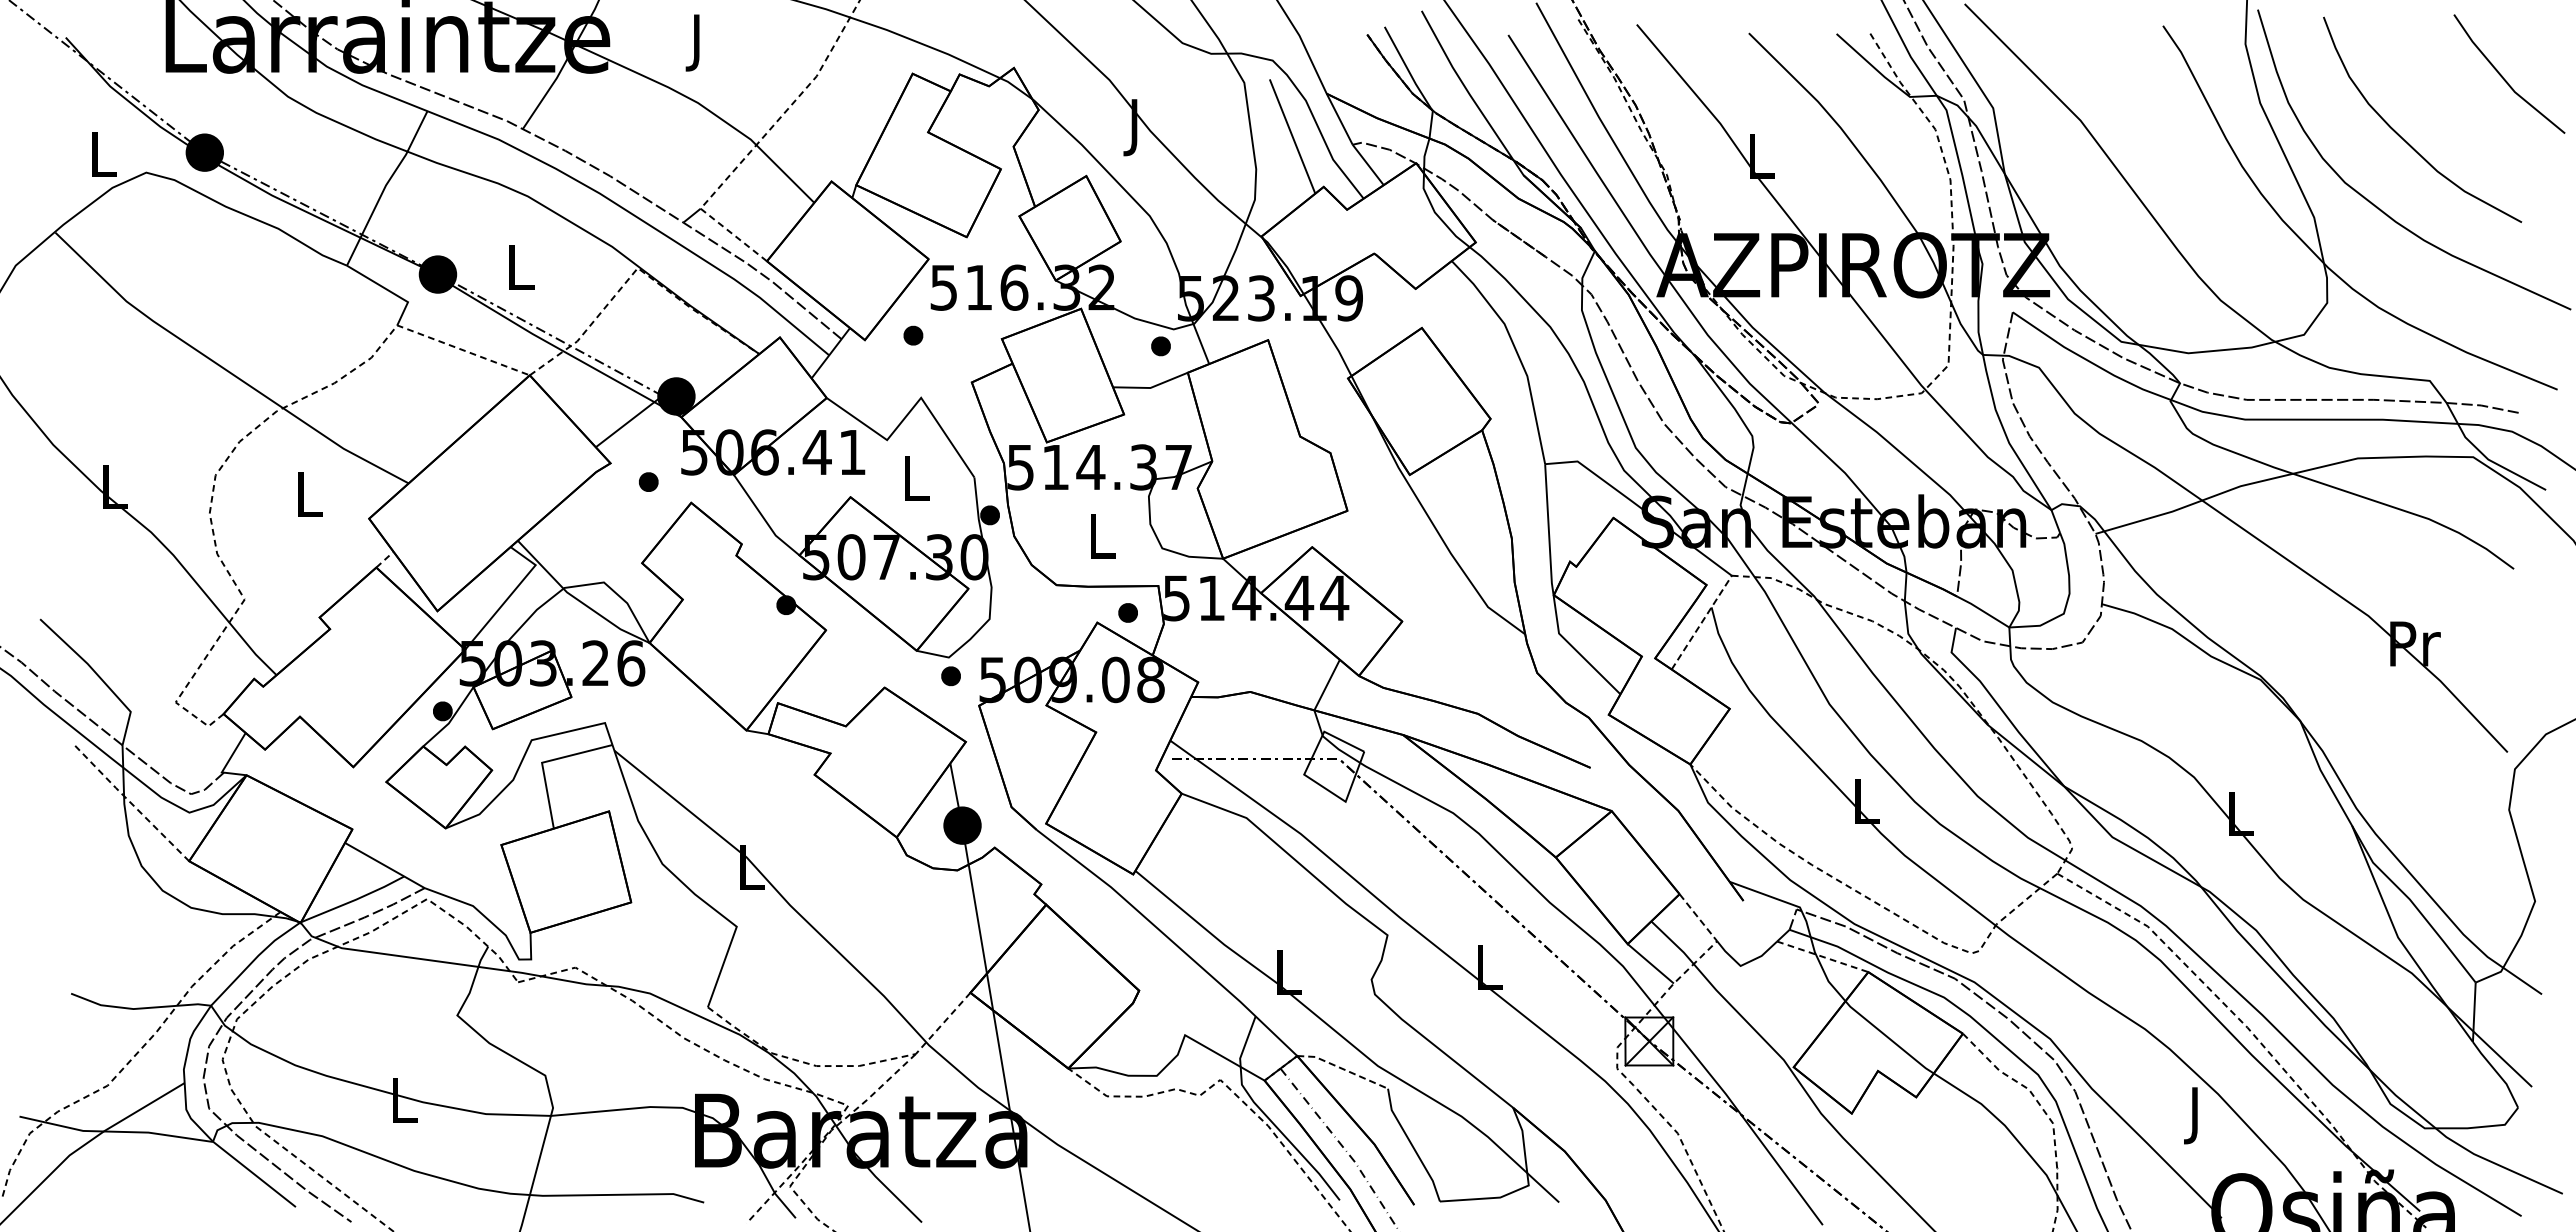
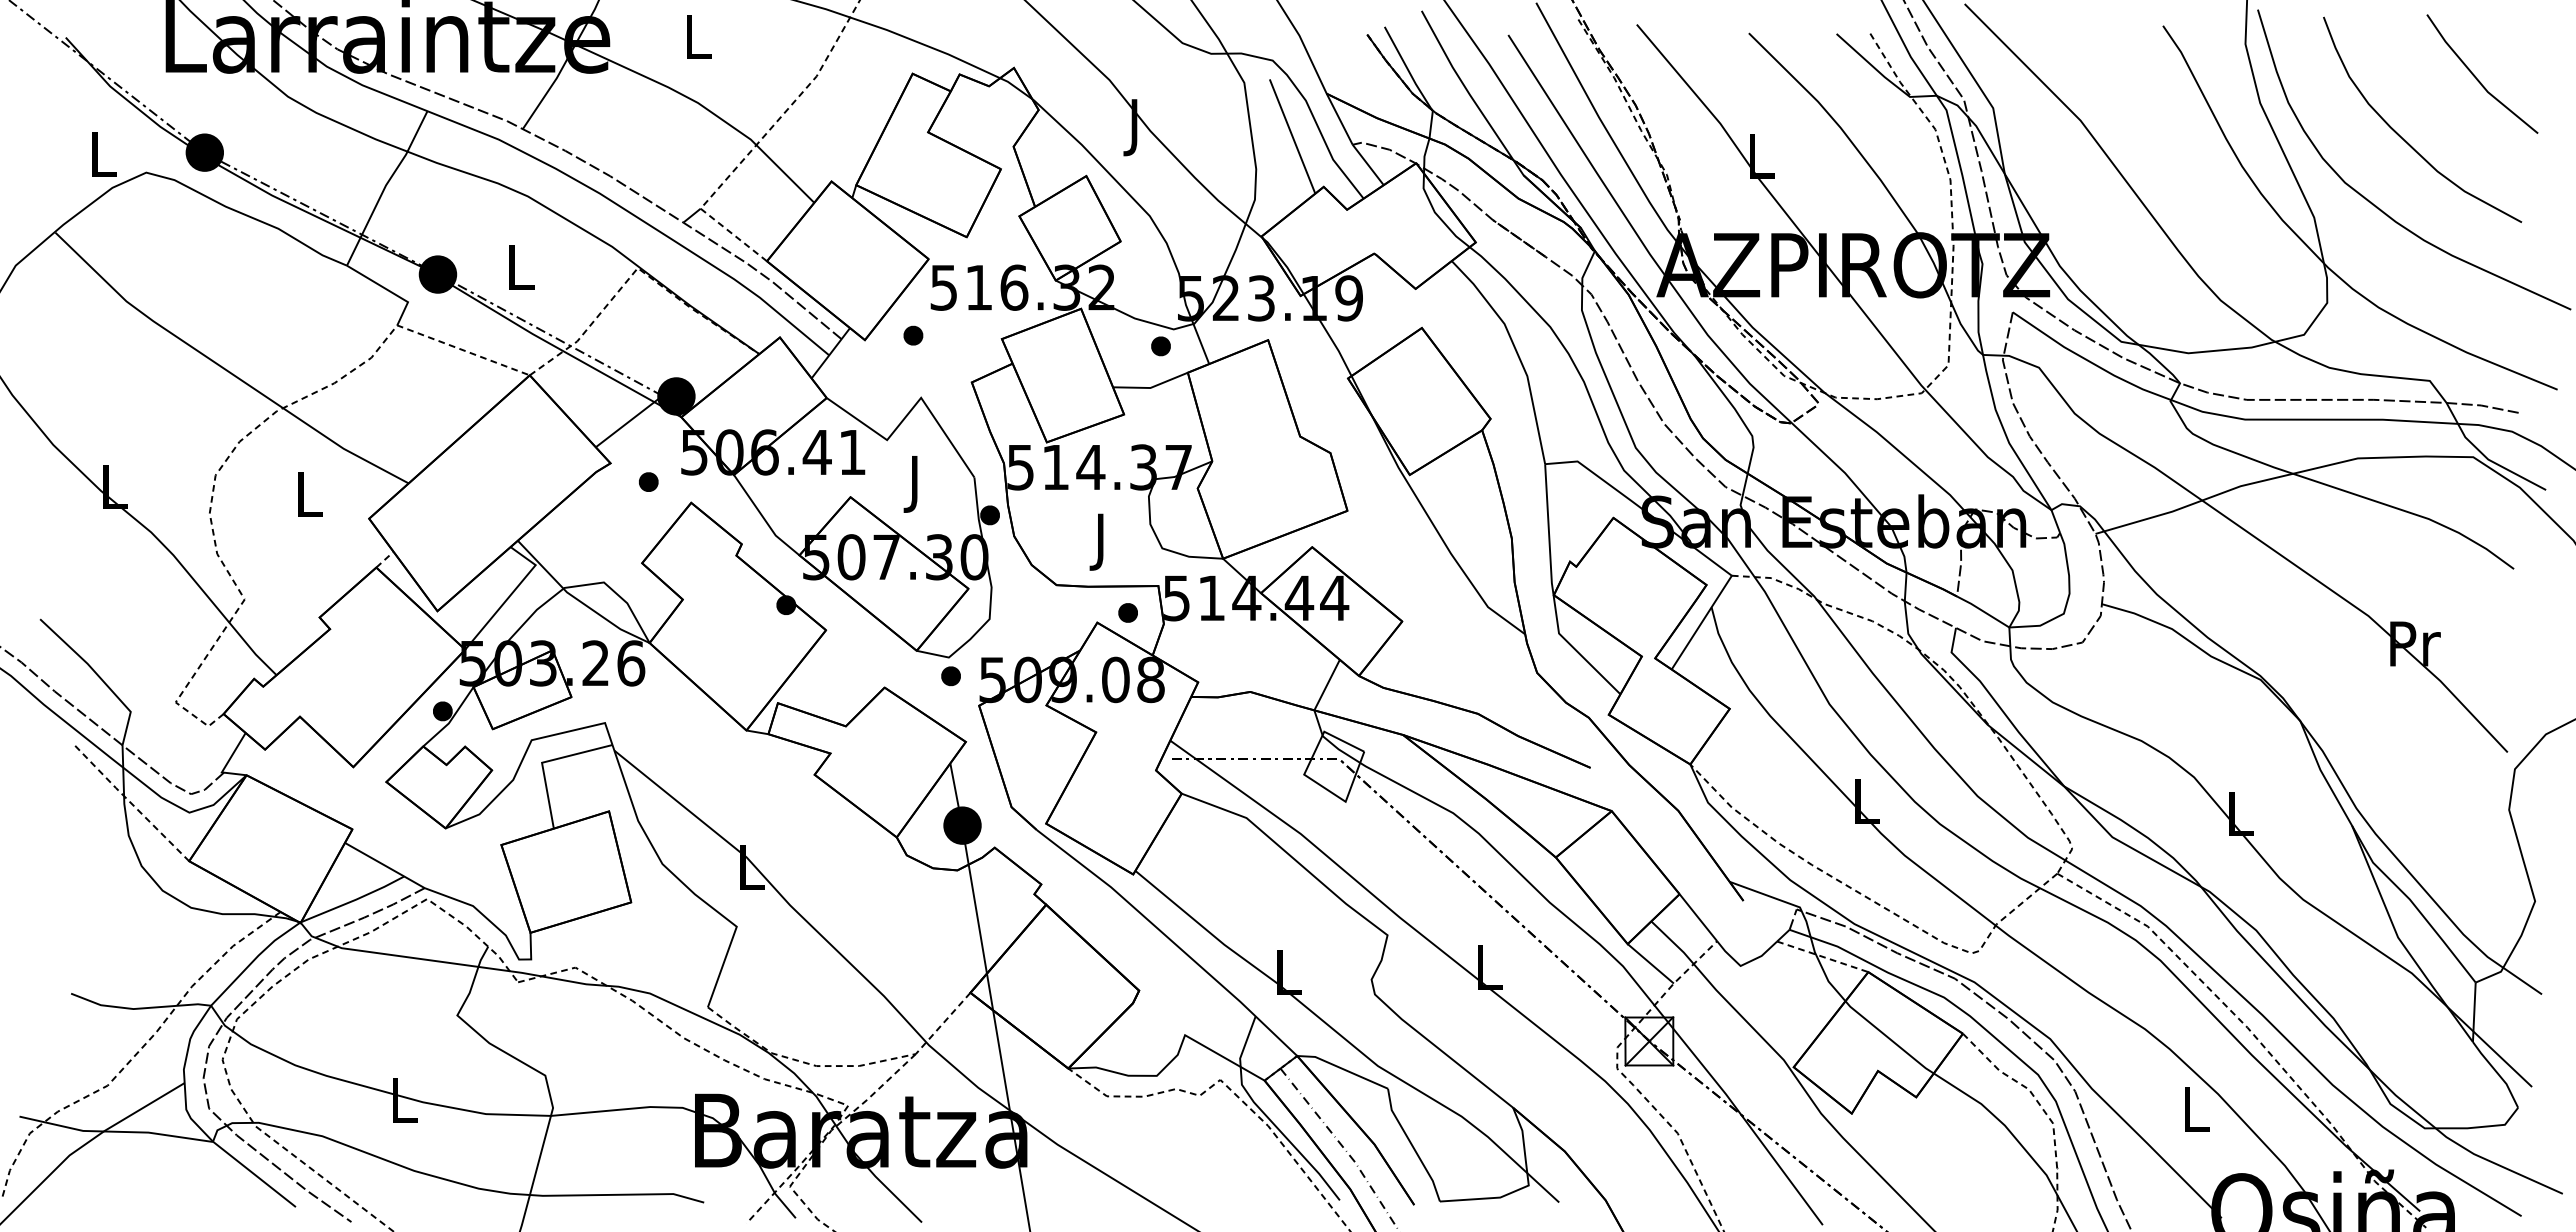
text at (698, 42): J -> L
line at (2503, 76) position: (2503, 76) -> (2476, 76)
text at (916, 484): L -> J
text at (1102, 541): L -> J
line at (1701, 622): dashed -> solid
line at (1697, 917): dashed -> solid
line at (1342, 1068): dashed -> solid
text at (2196, 1115): J -> L
